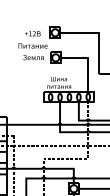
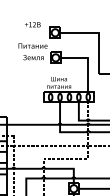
text at (32, 33) position: (32, 33) -> (32, 24)
